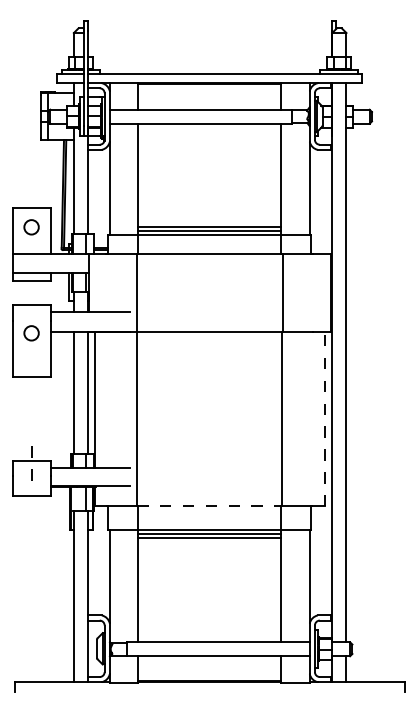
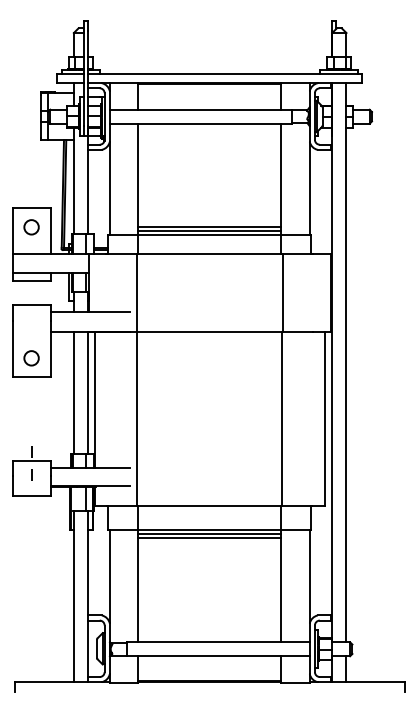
circle at (31, 333) position: (31, 333) -> (31, 358)
line at (324, 418): dashed -> solid
line at (209, 506): dashed -> solid
